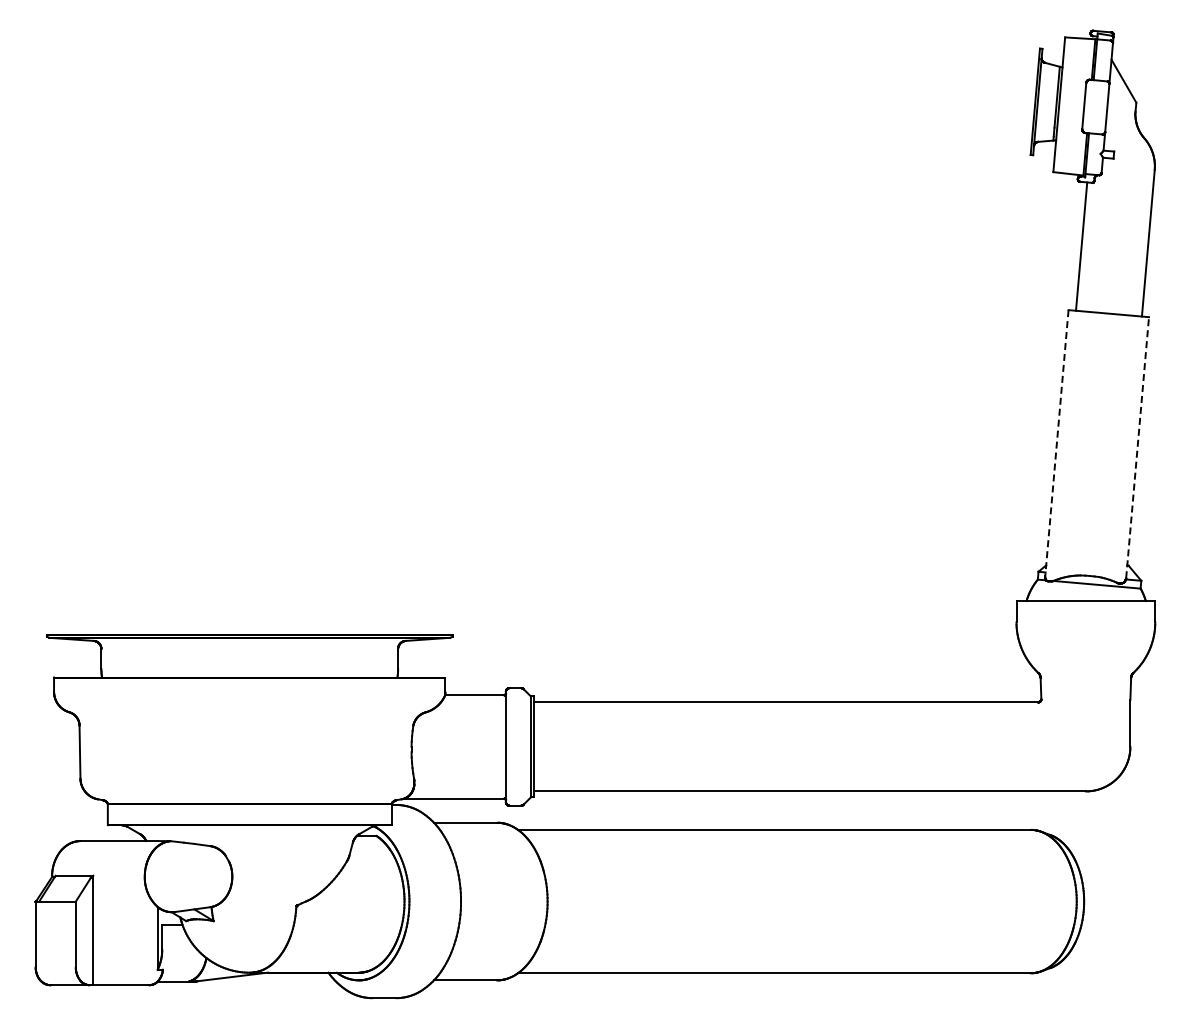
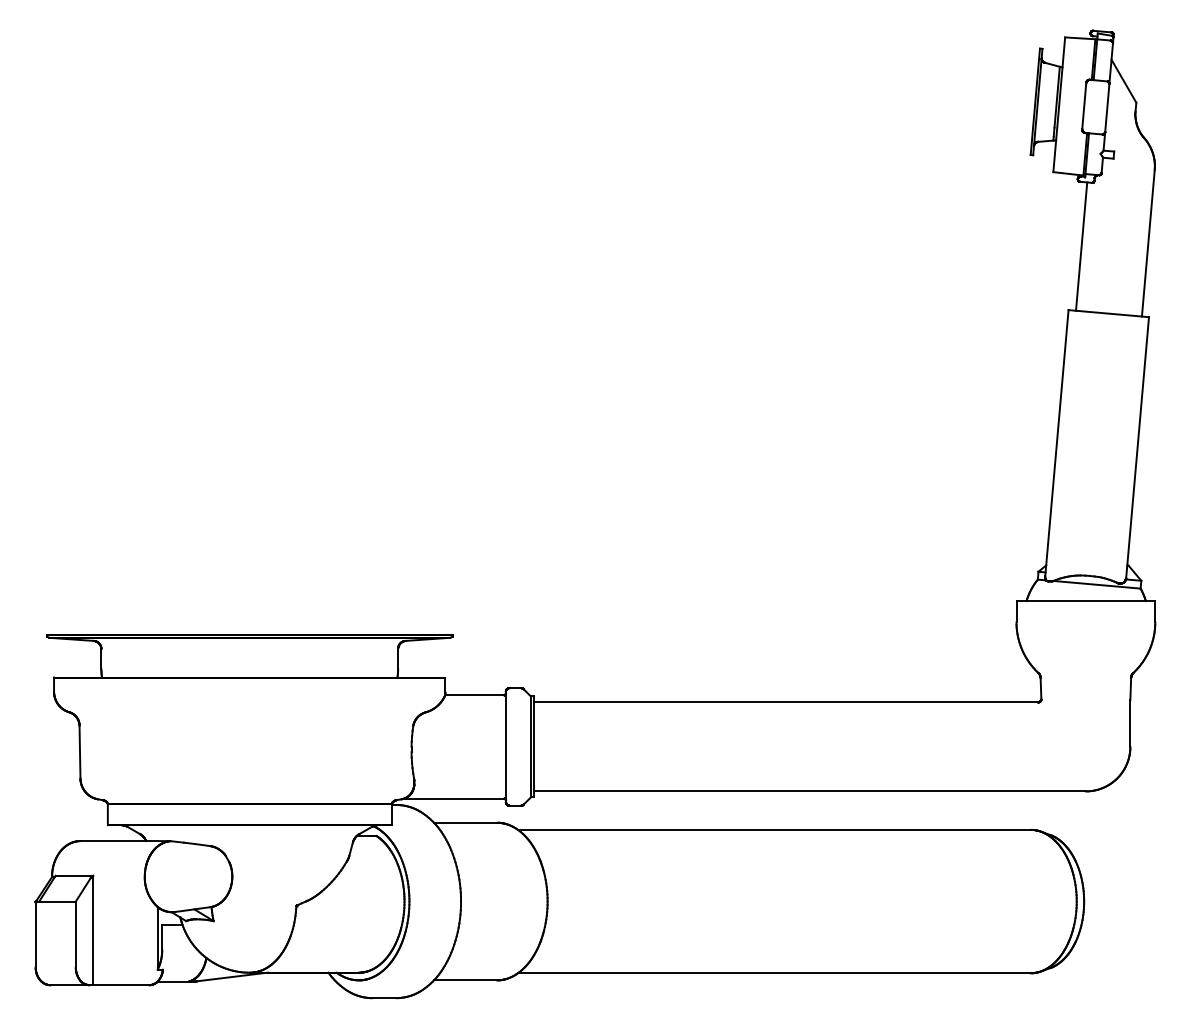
line at (1056, 443): dashed -> solid
line at (1137, 447): dashed -> solid
